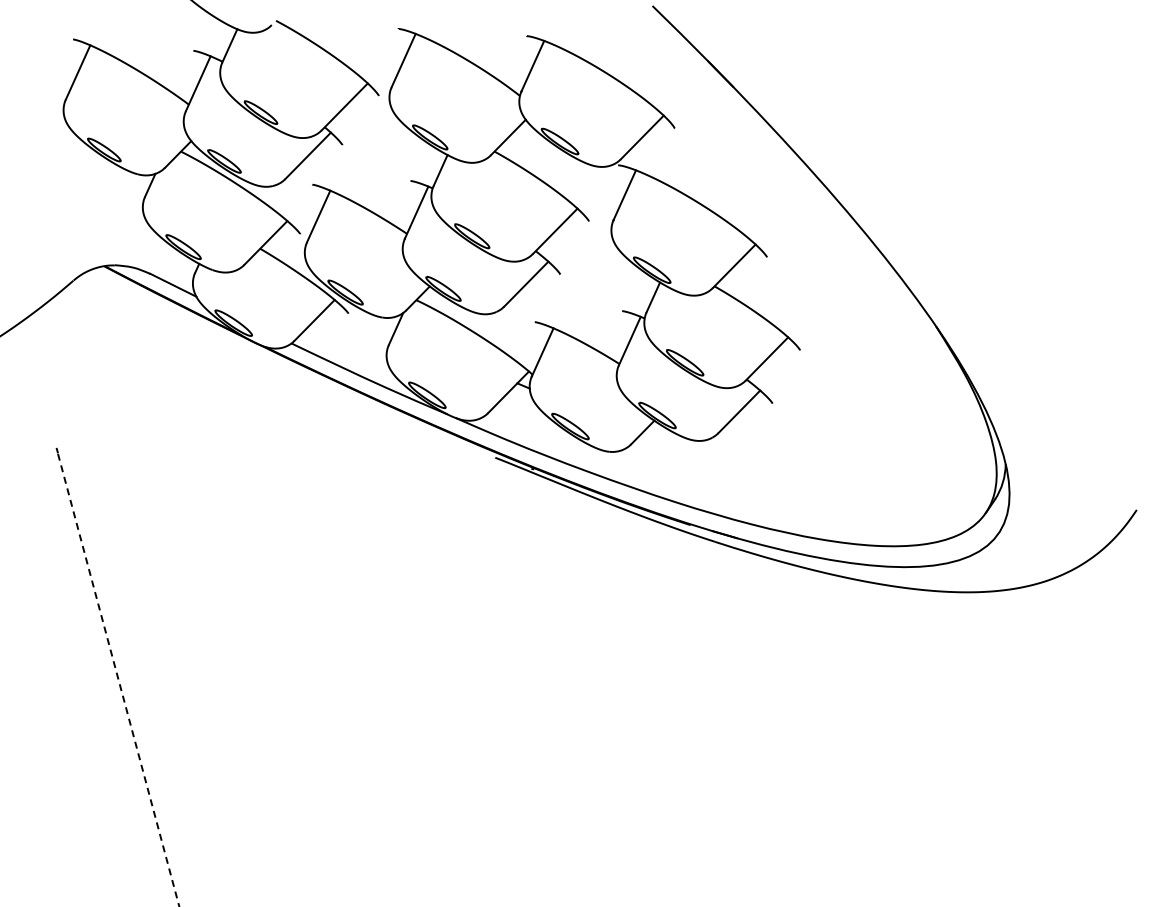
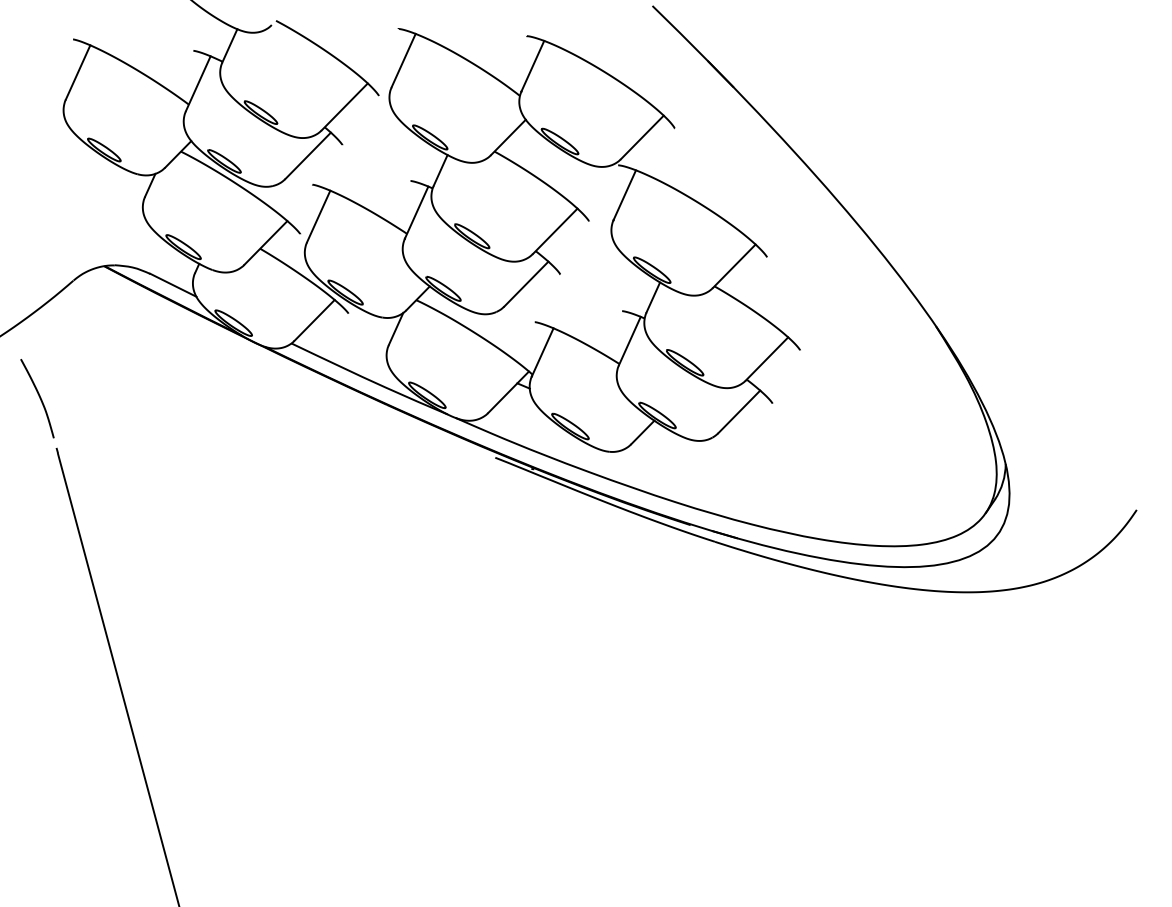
curve at (39, 398): none -> present
line at (118, 680): dashed -> solid
